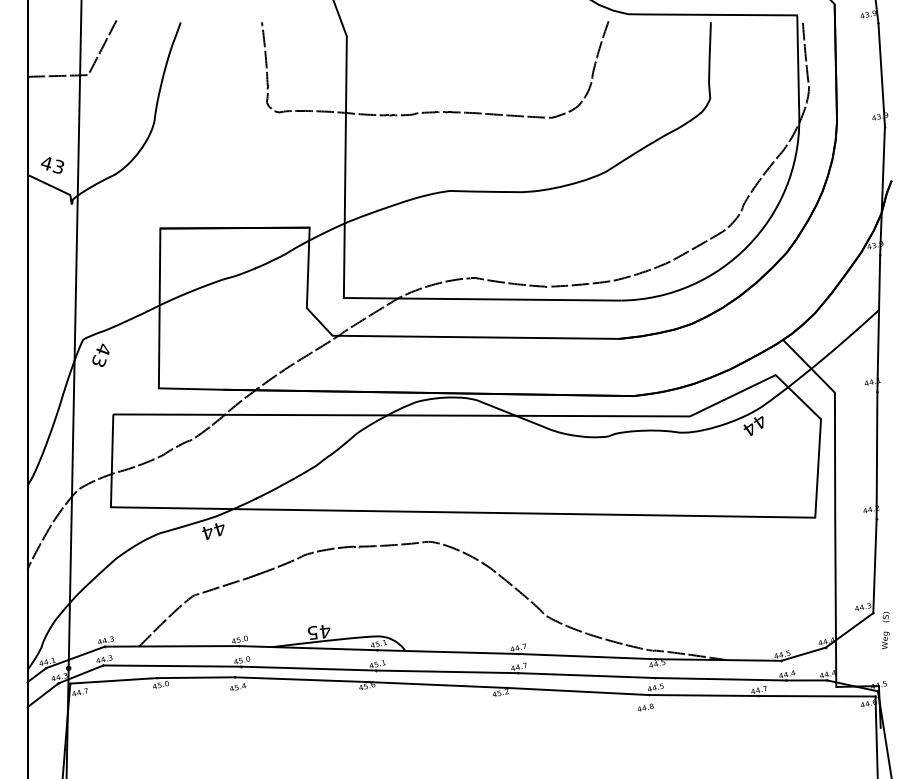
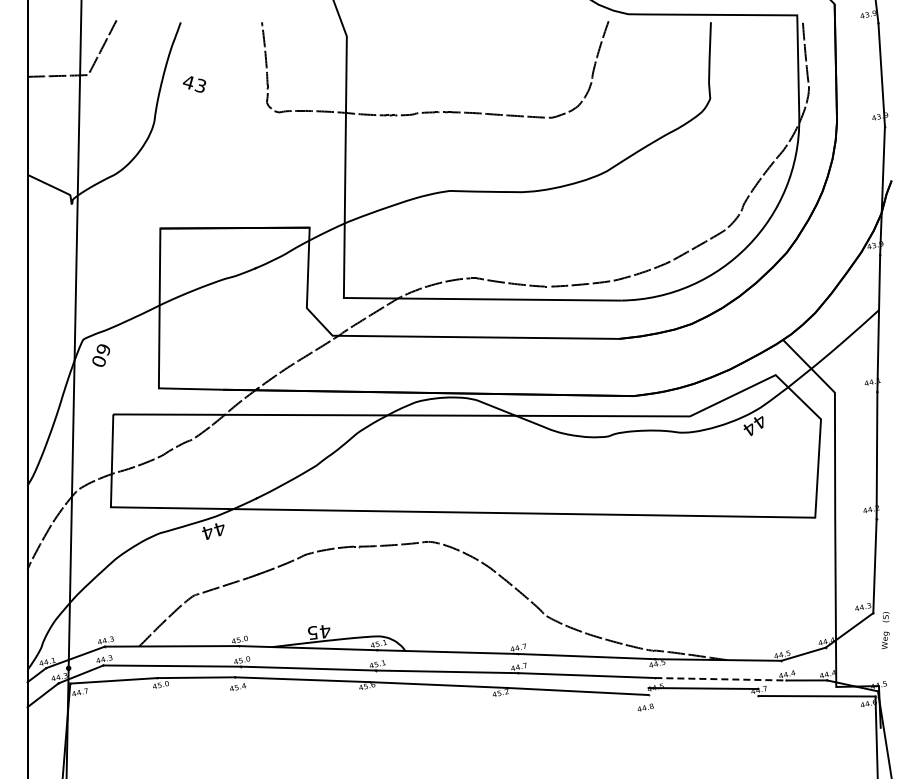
text at (52, 165) position: (52, 165) -> (194, 84)
text at (101, 354): 43 -> 60
line at (720, 679): solid -> dashed
line at (703, 695) position: (703, 695) -> (703, 688)
